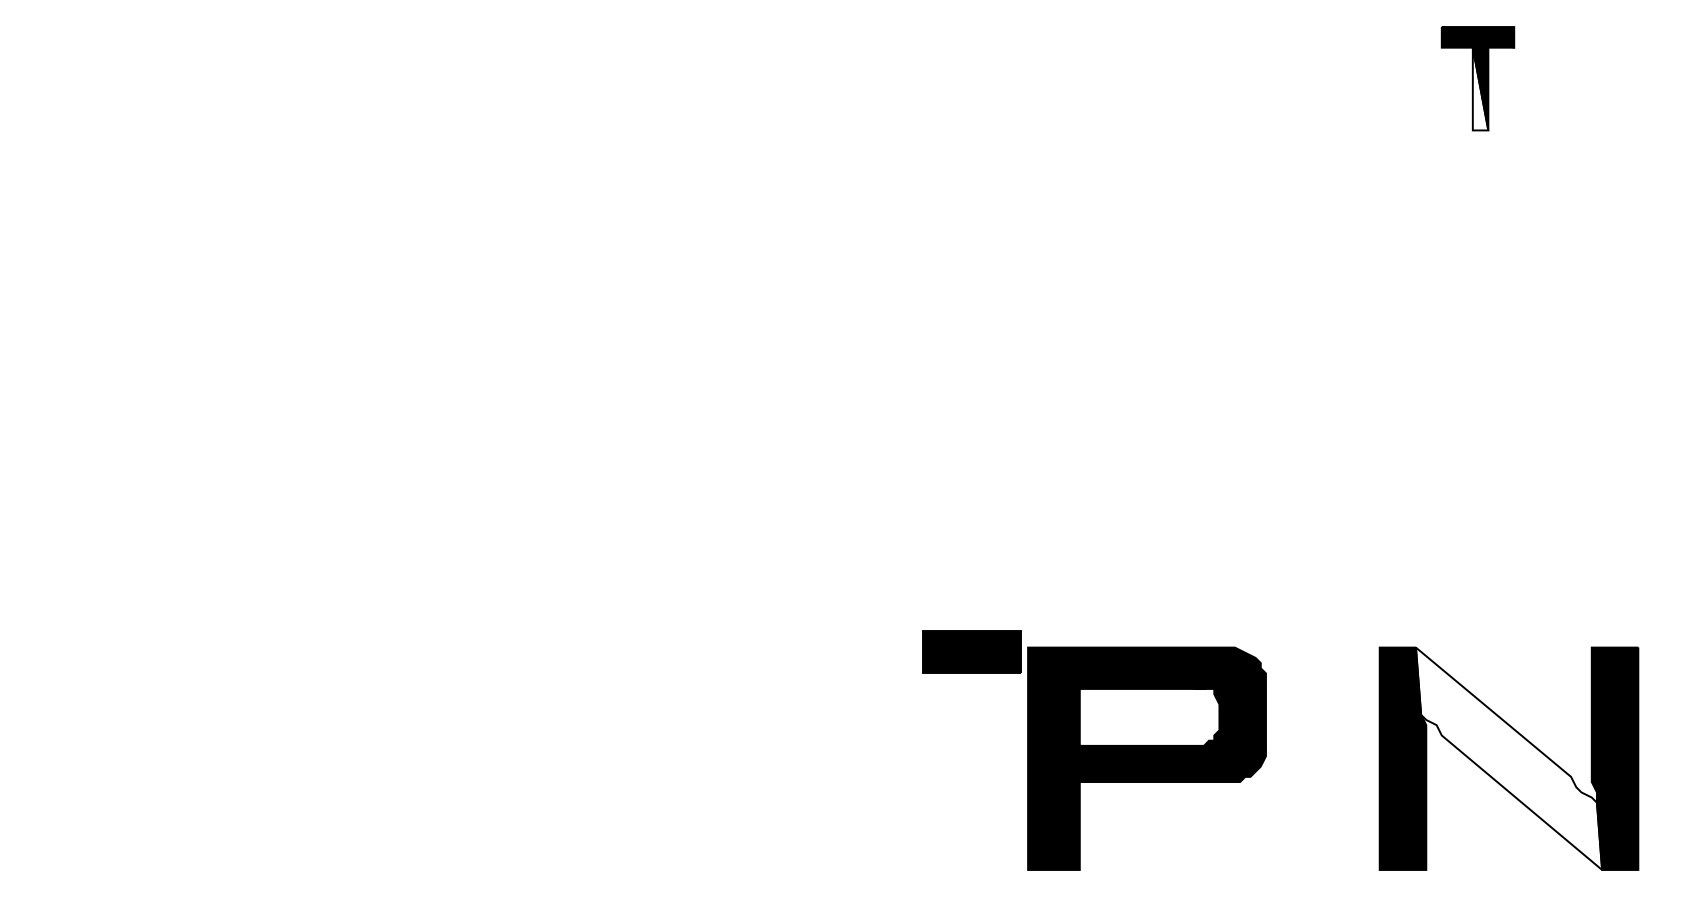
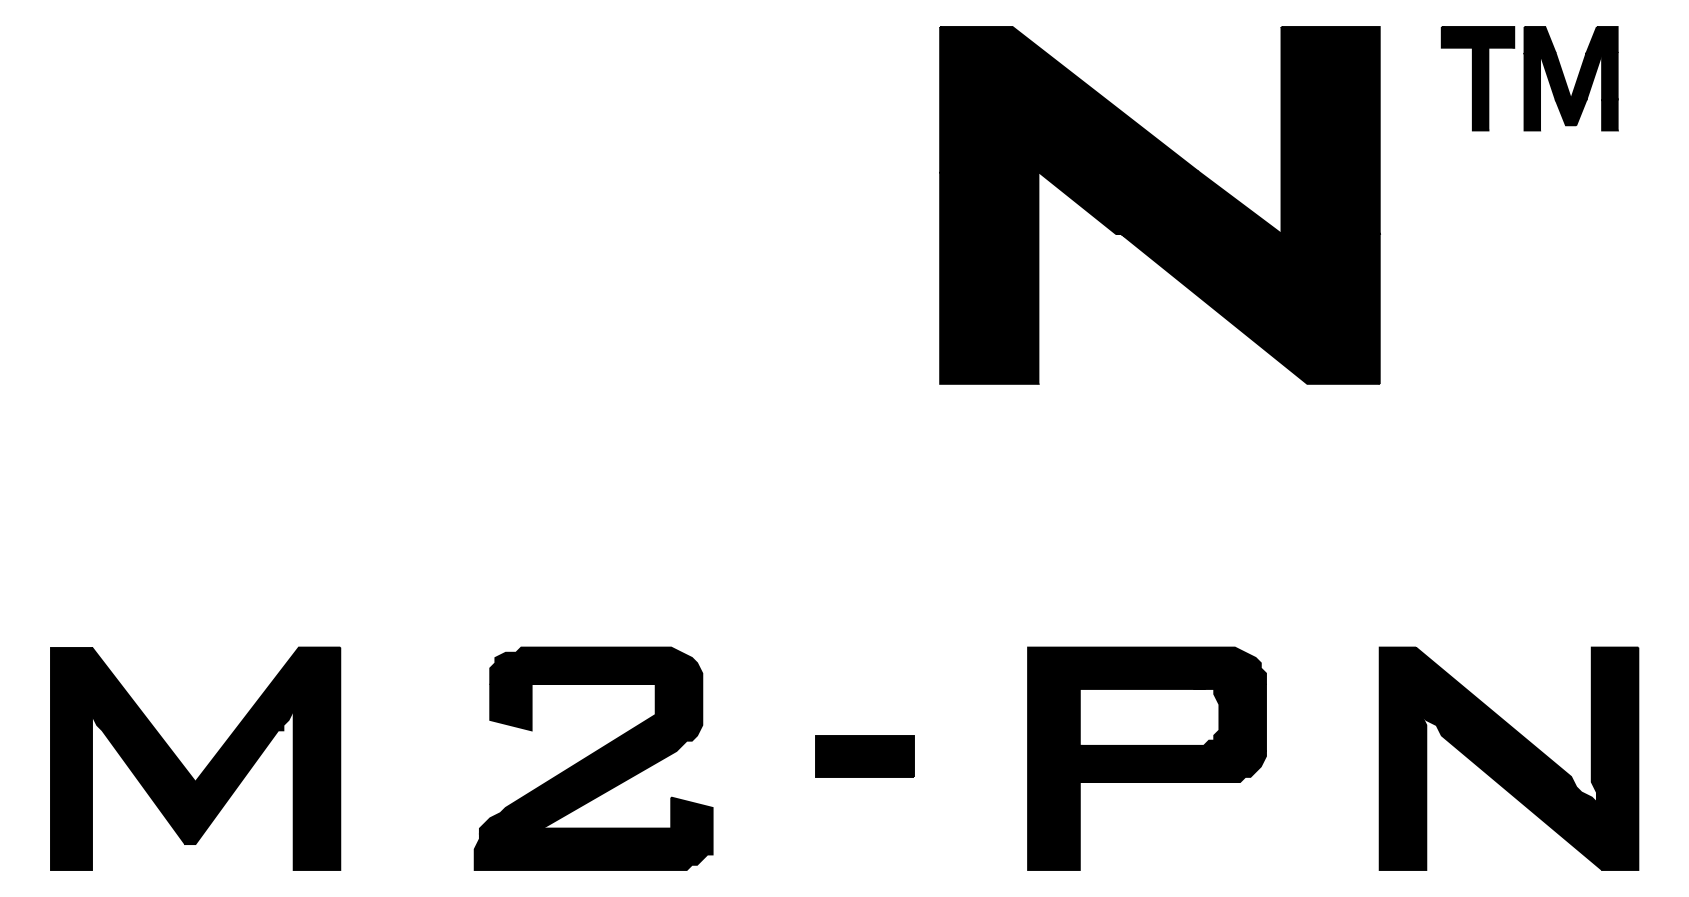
part at (1570, 78): none -> present
fill at (1480, 88): none -> present
part at (1159, 205): none -> present
part at (971, 652) position: (971, 652) -> (864, 756)
part at (593, 758): none -> present
fill at (1508, 758): none -> present
part at (183, 764): none -> present
